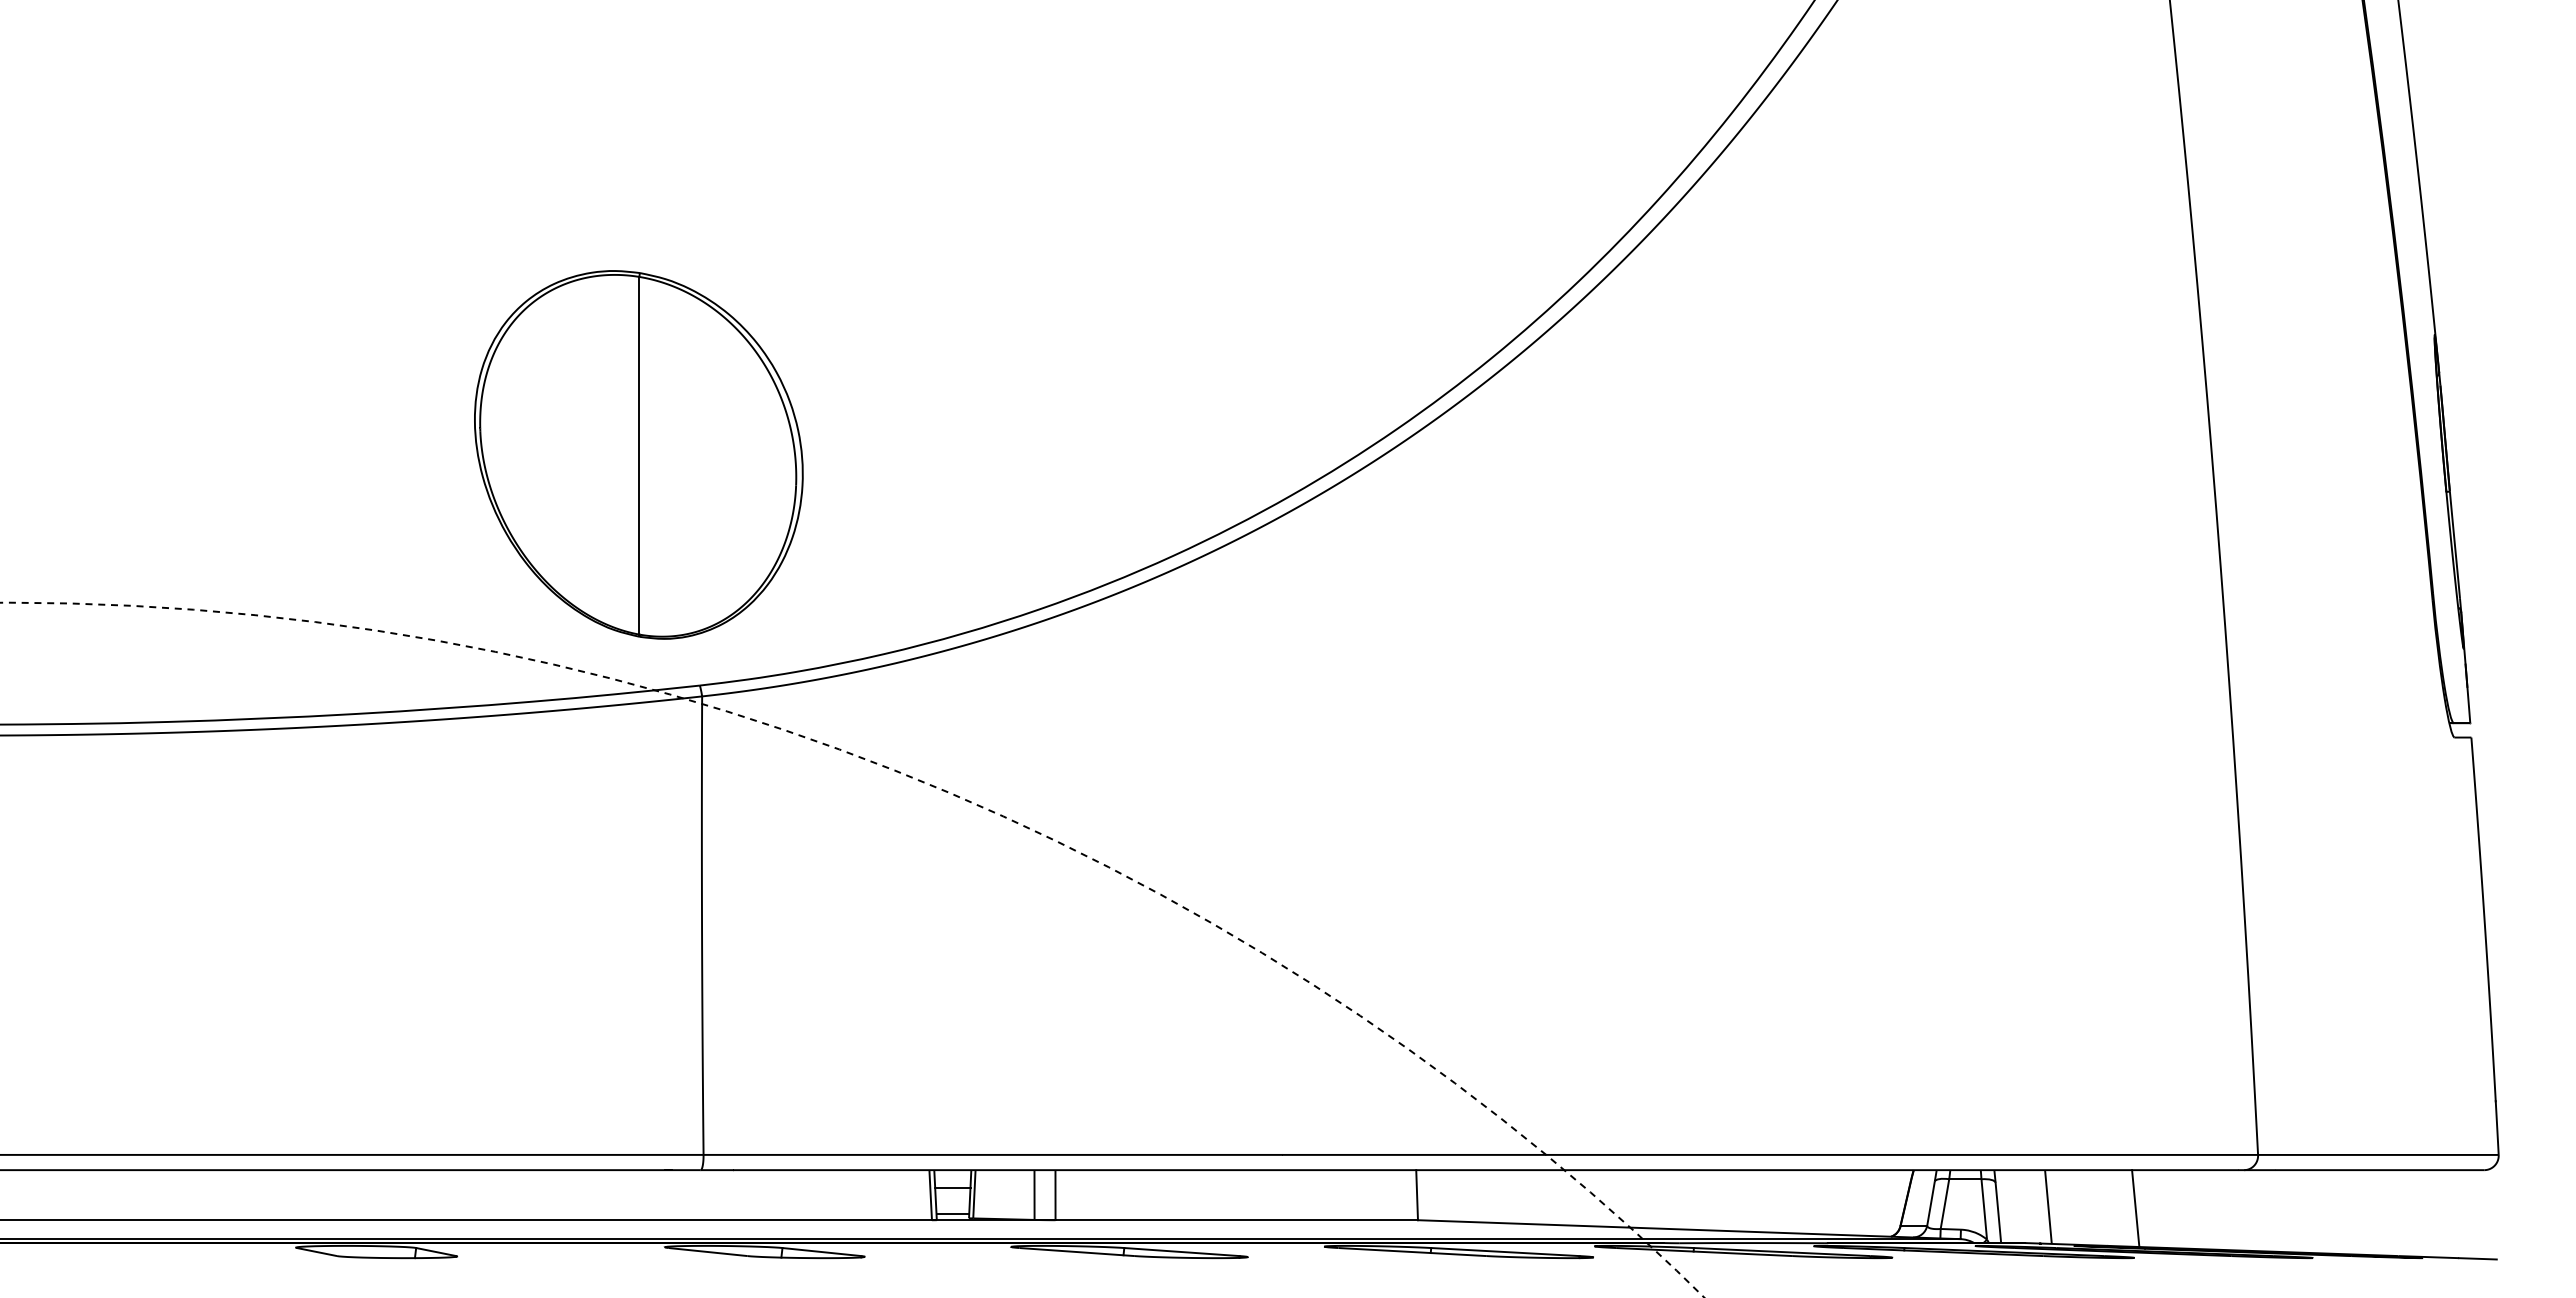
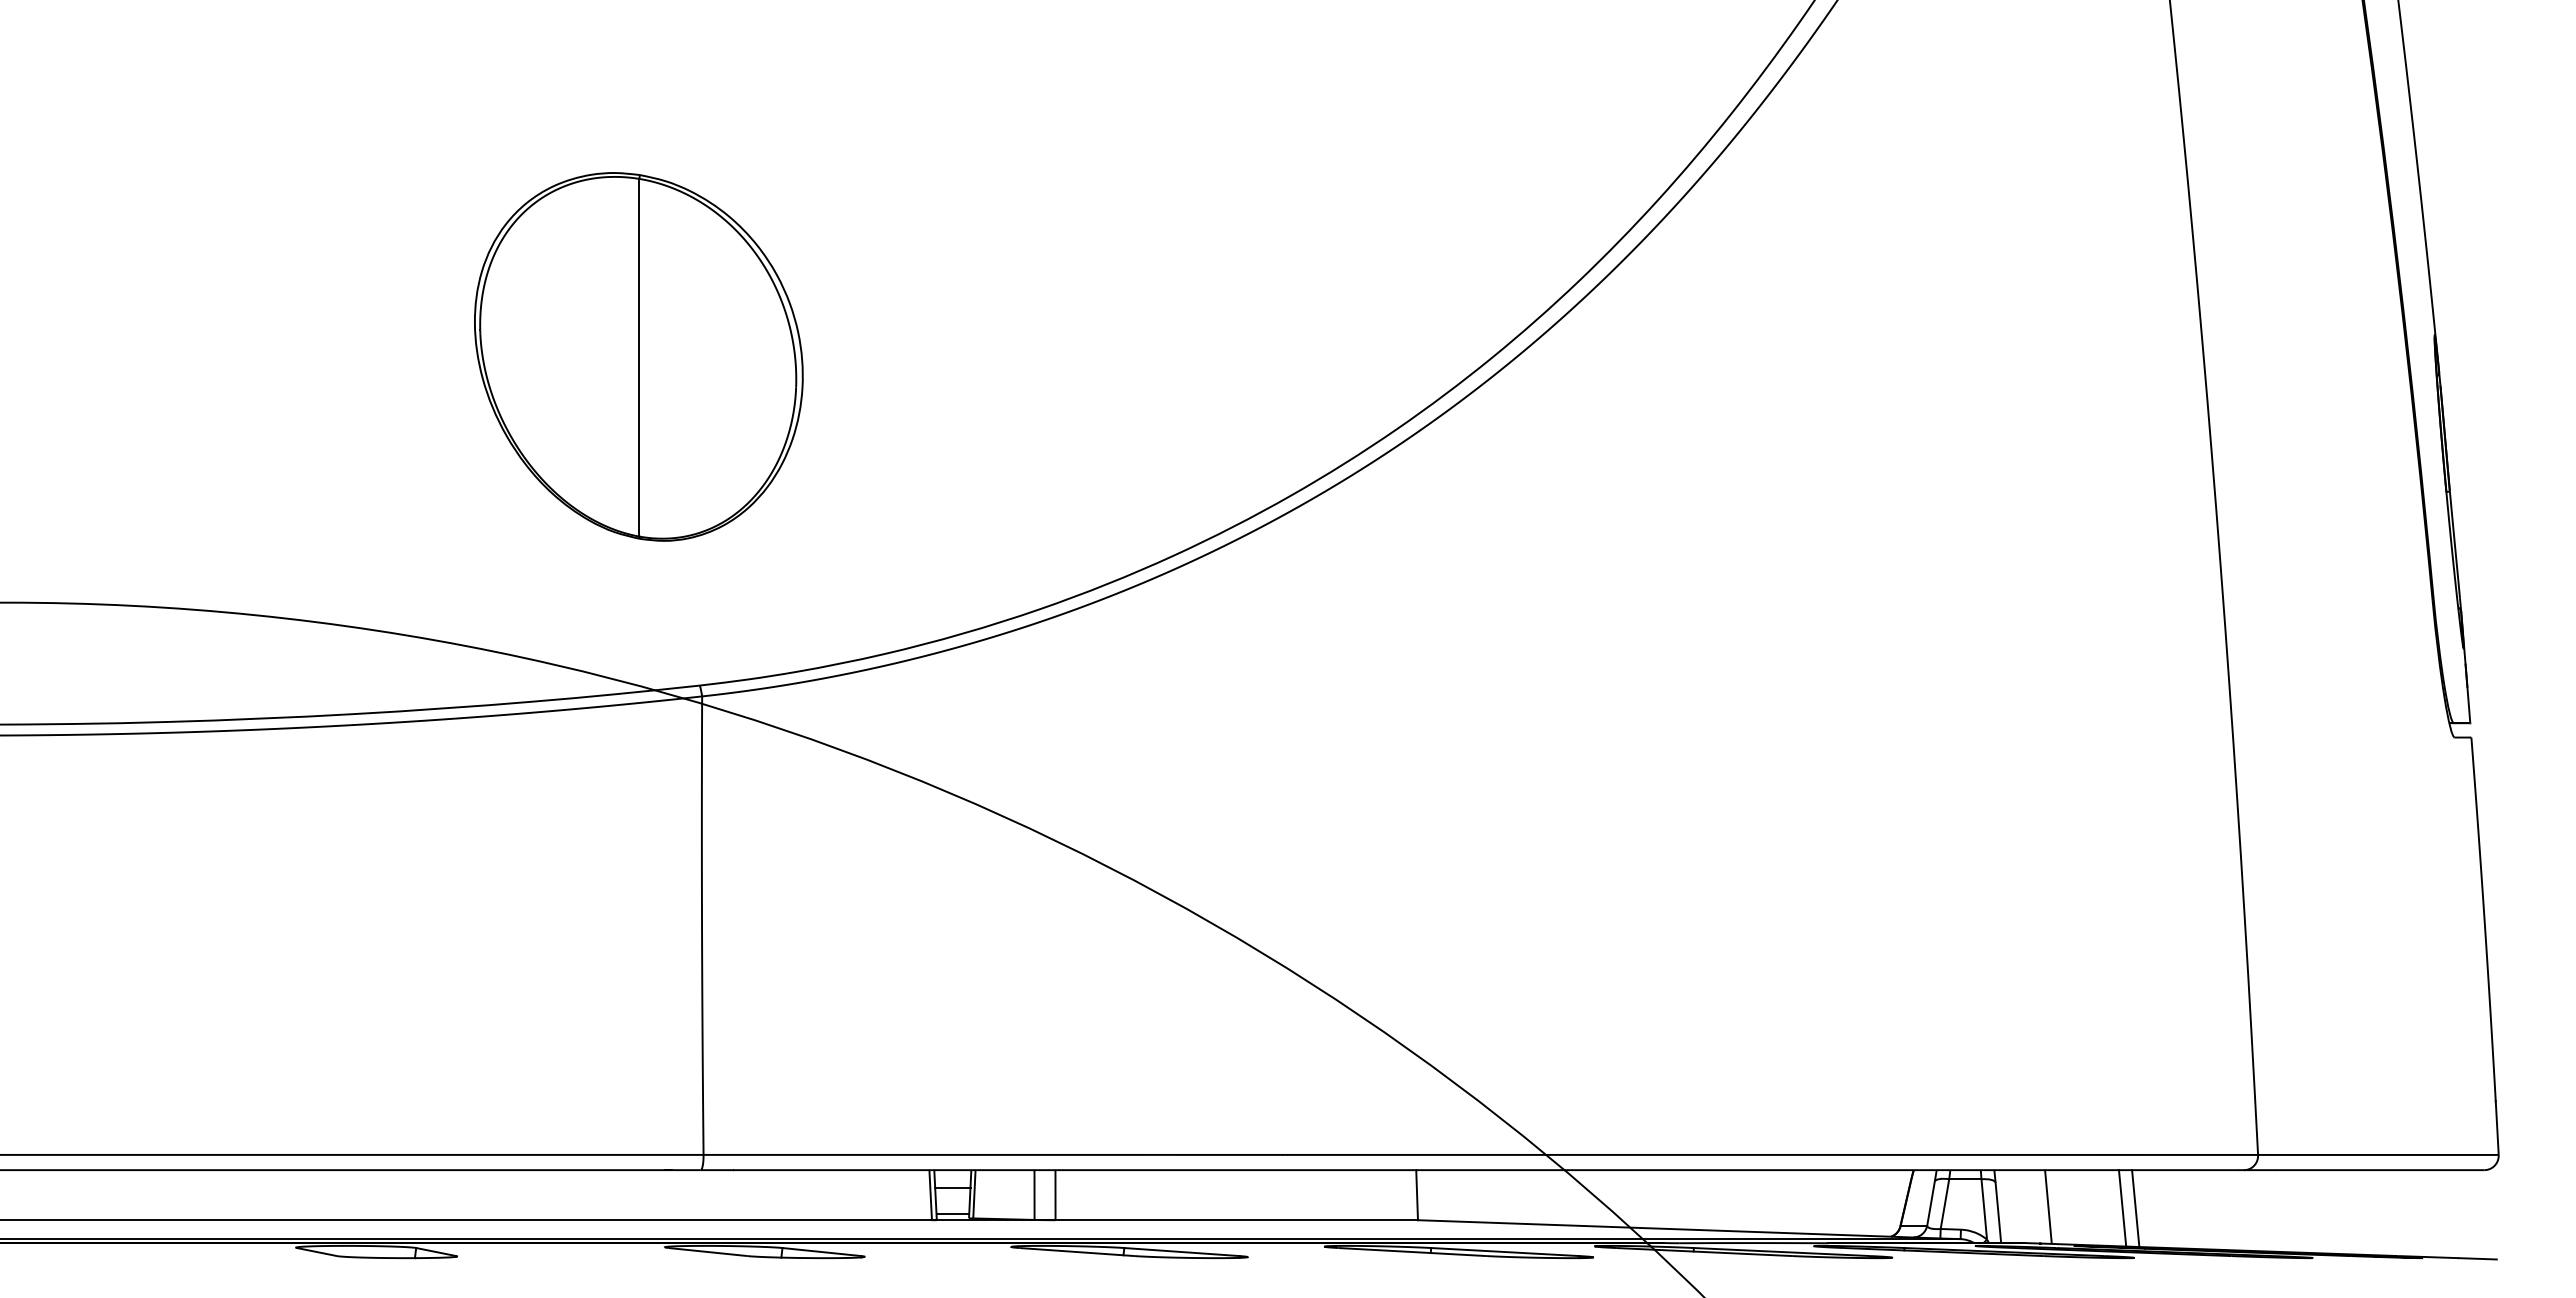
part at (638, 454) position: (638, 454) -> (638, 356)
circle at (852, 949): dashed -> solid
line at (2122, 1208): none -> present
